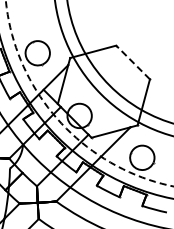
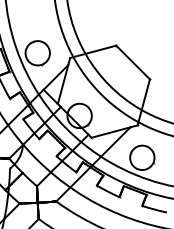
line at (133, 62): dashed -> solid
arc at (59, 120): dashed -> solid
